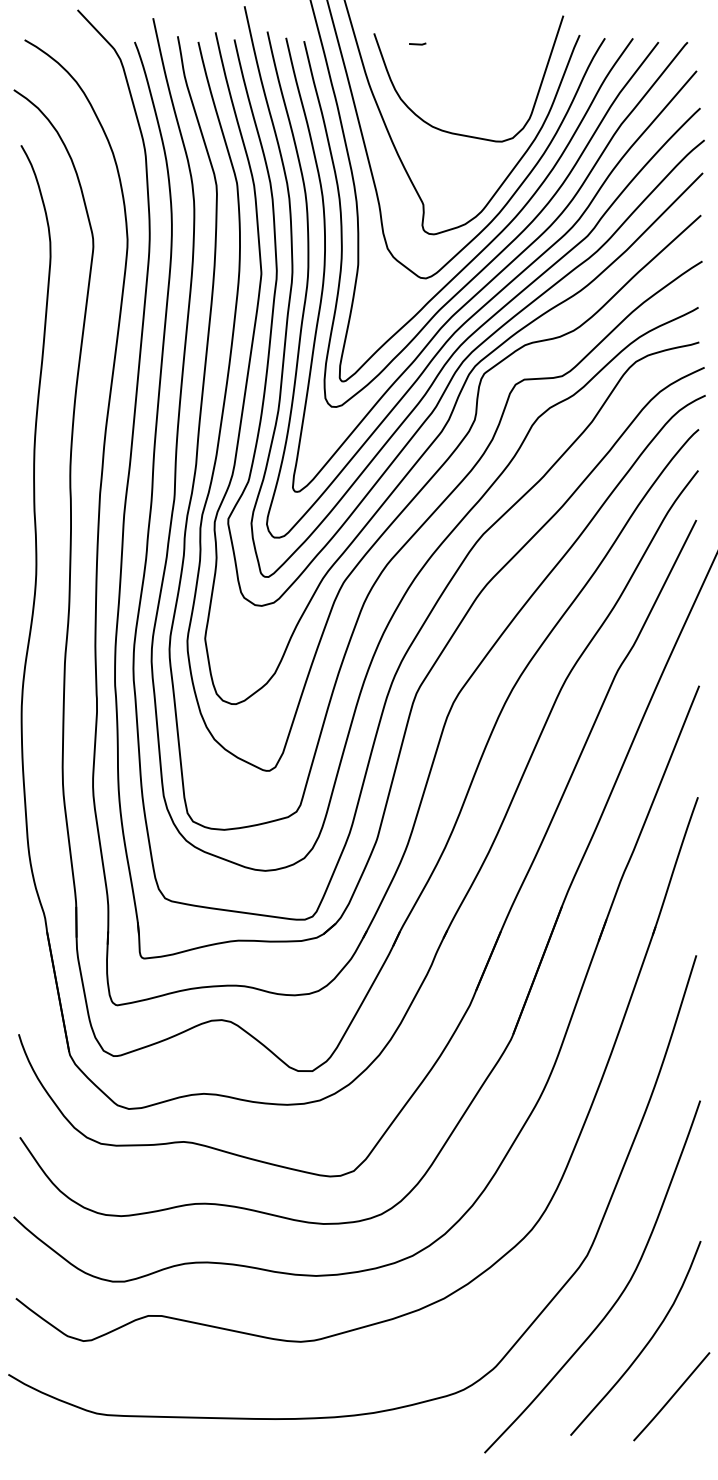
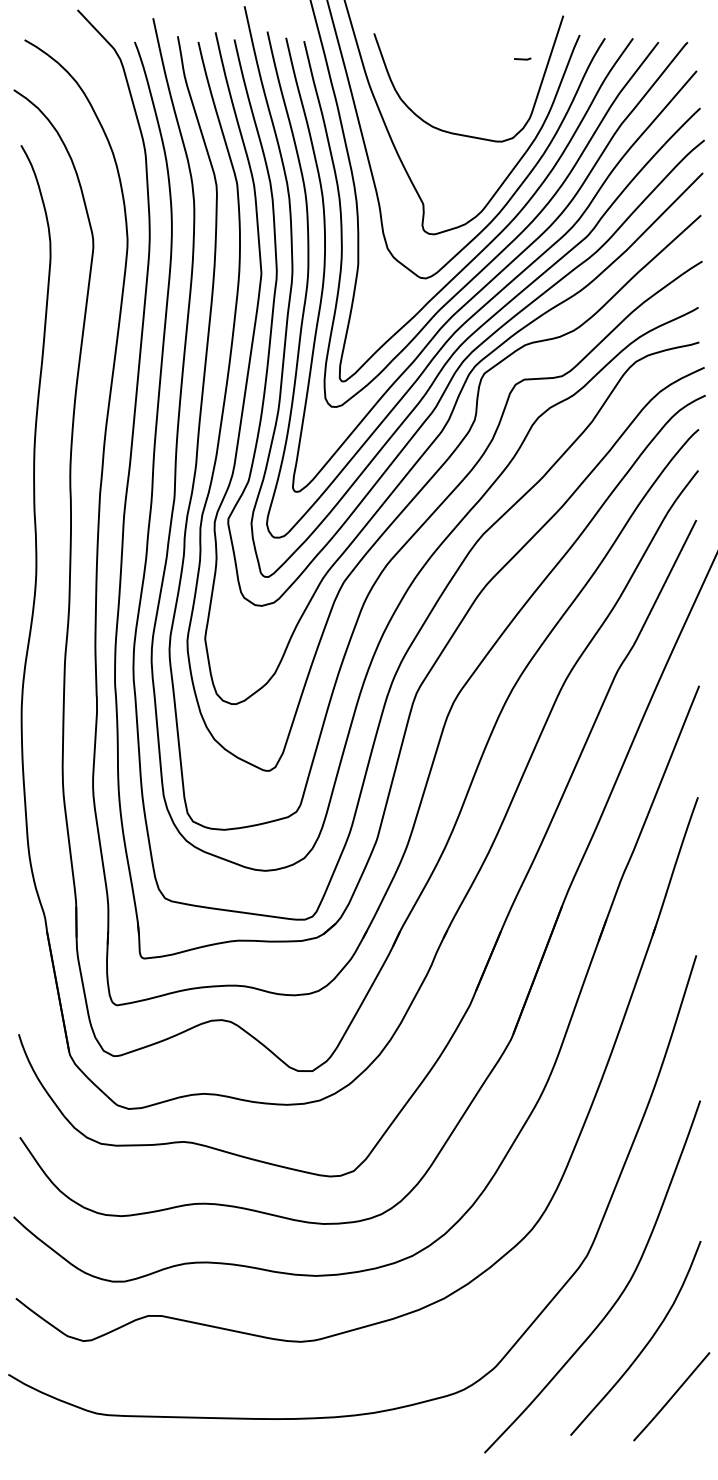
line at (417, 43) position: (417, 43) -> (522, 58)
